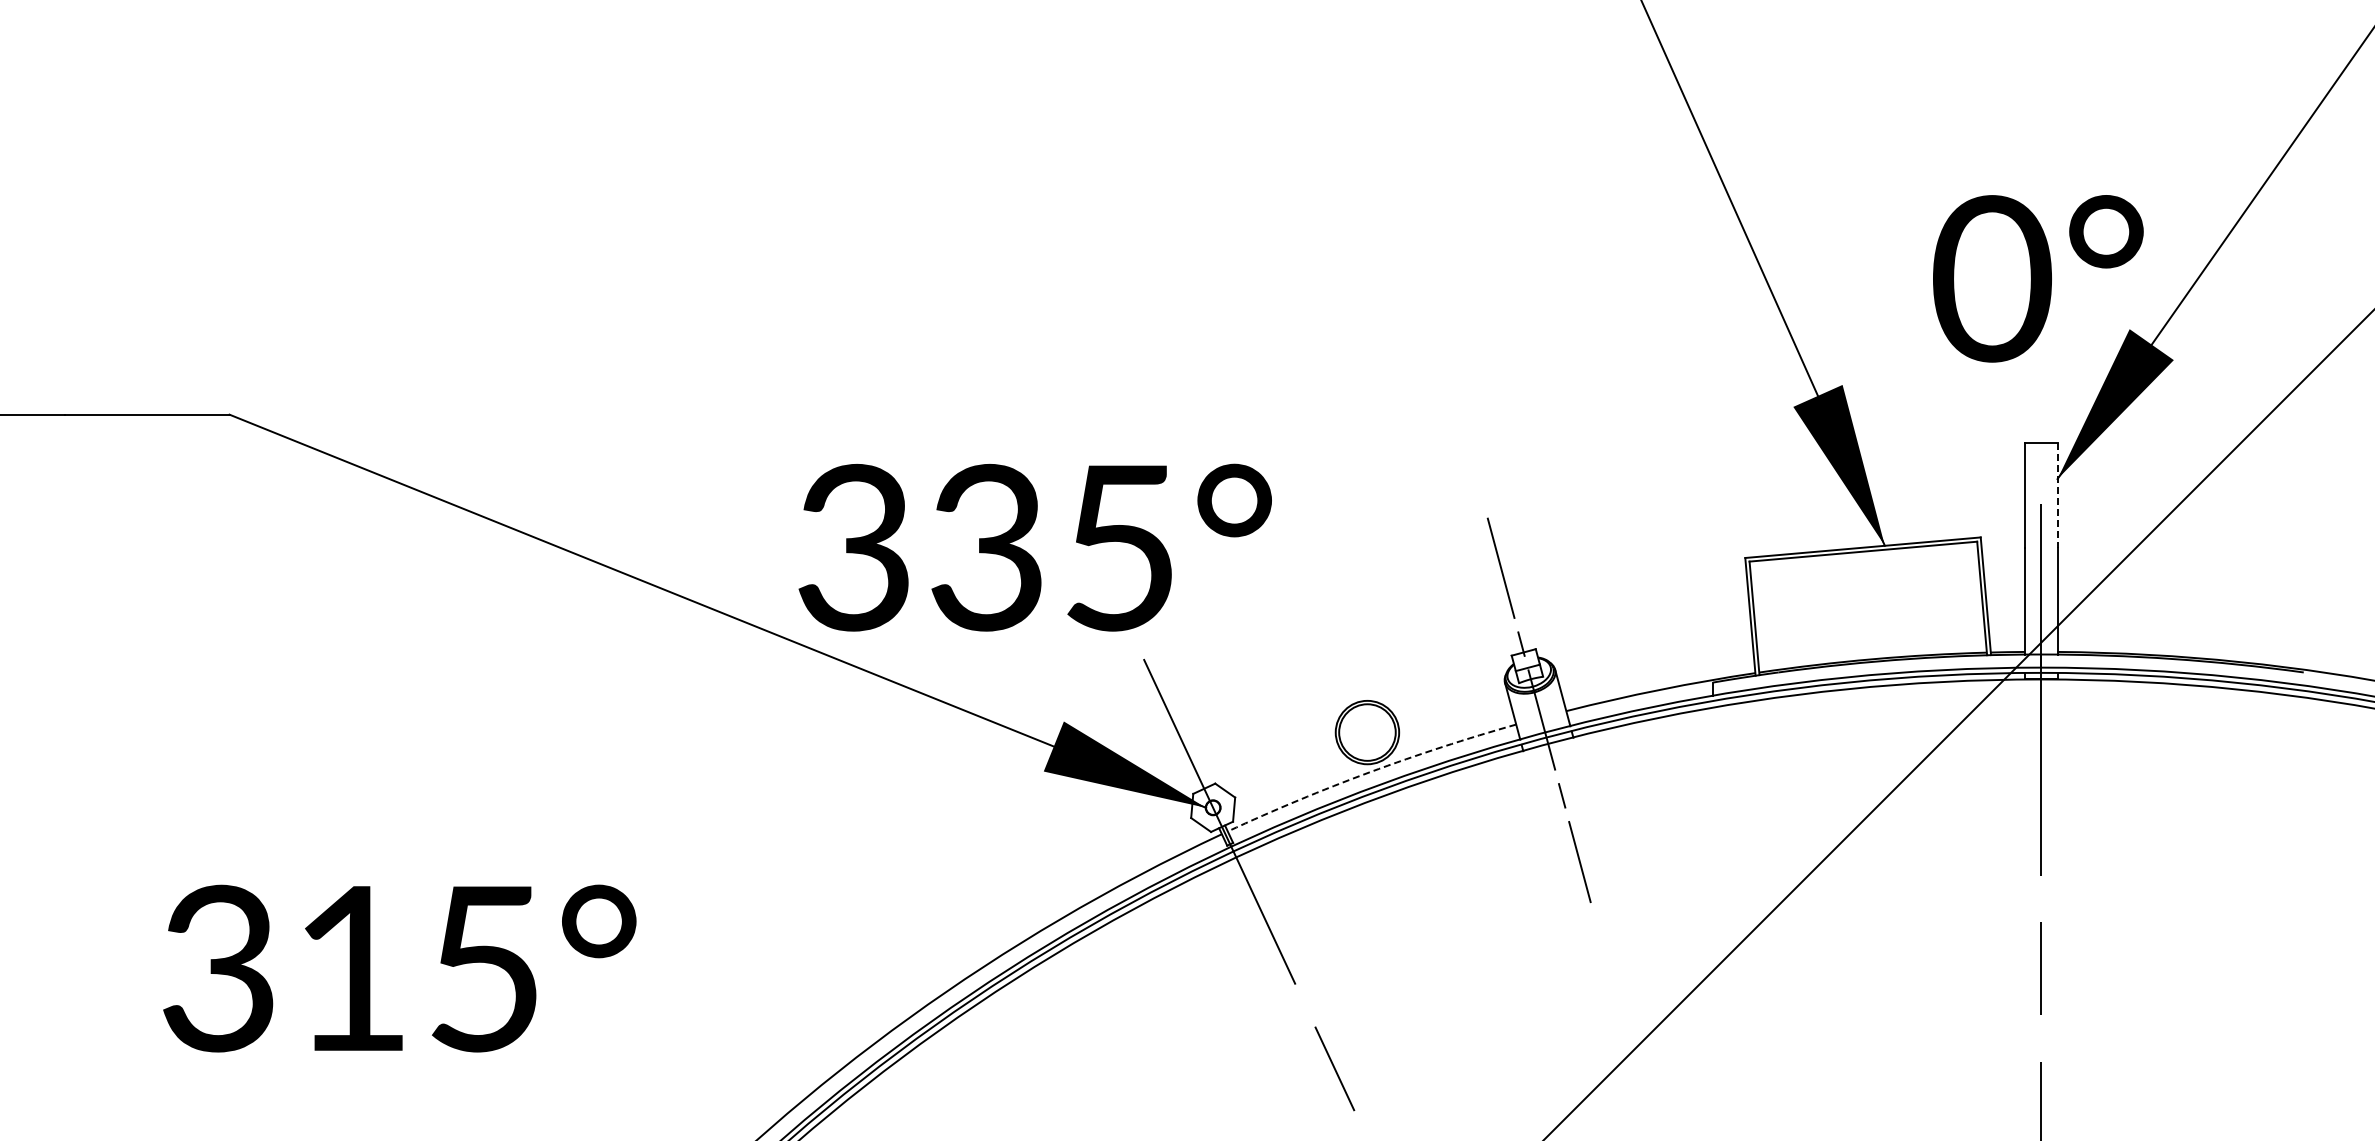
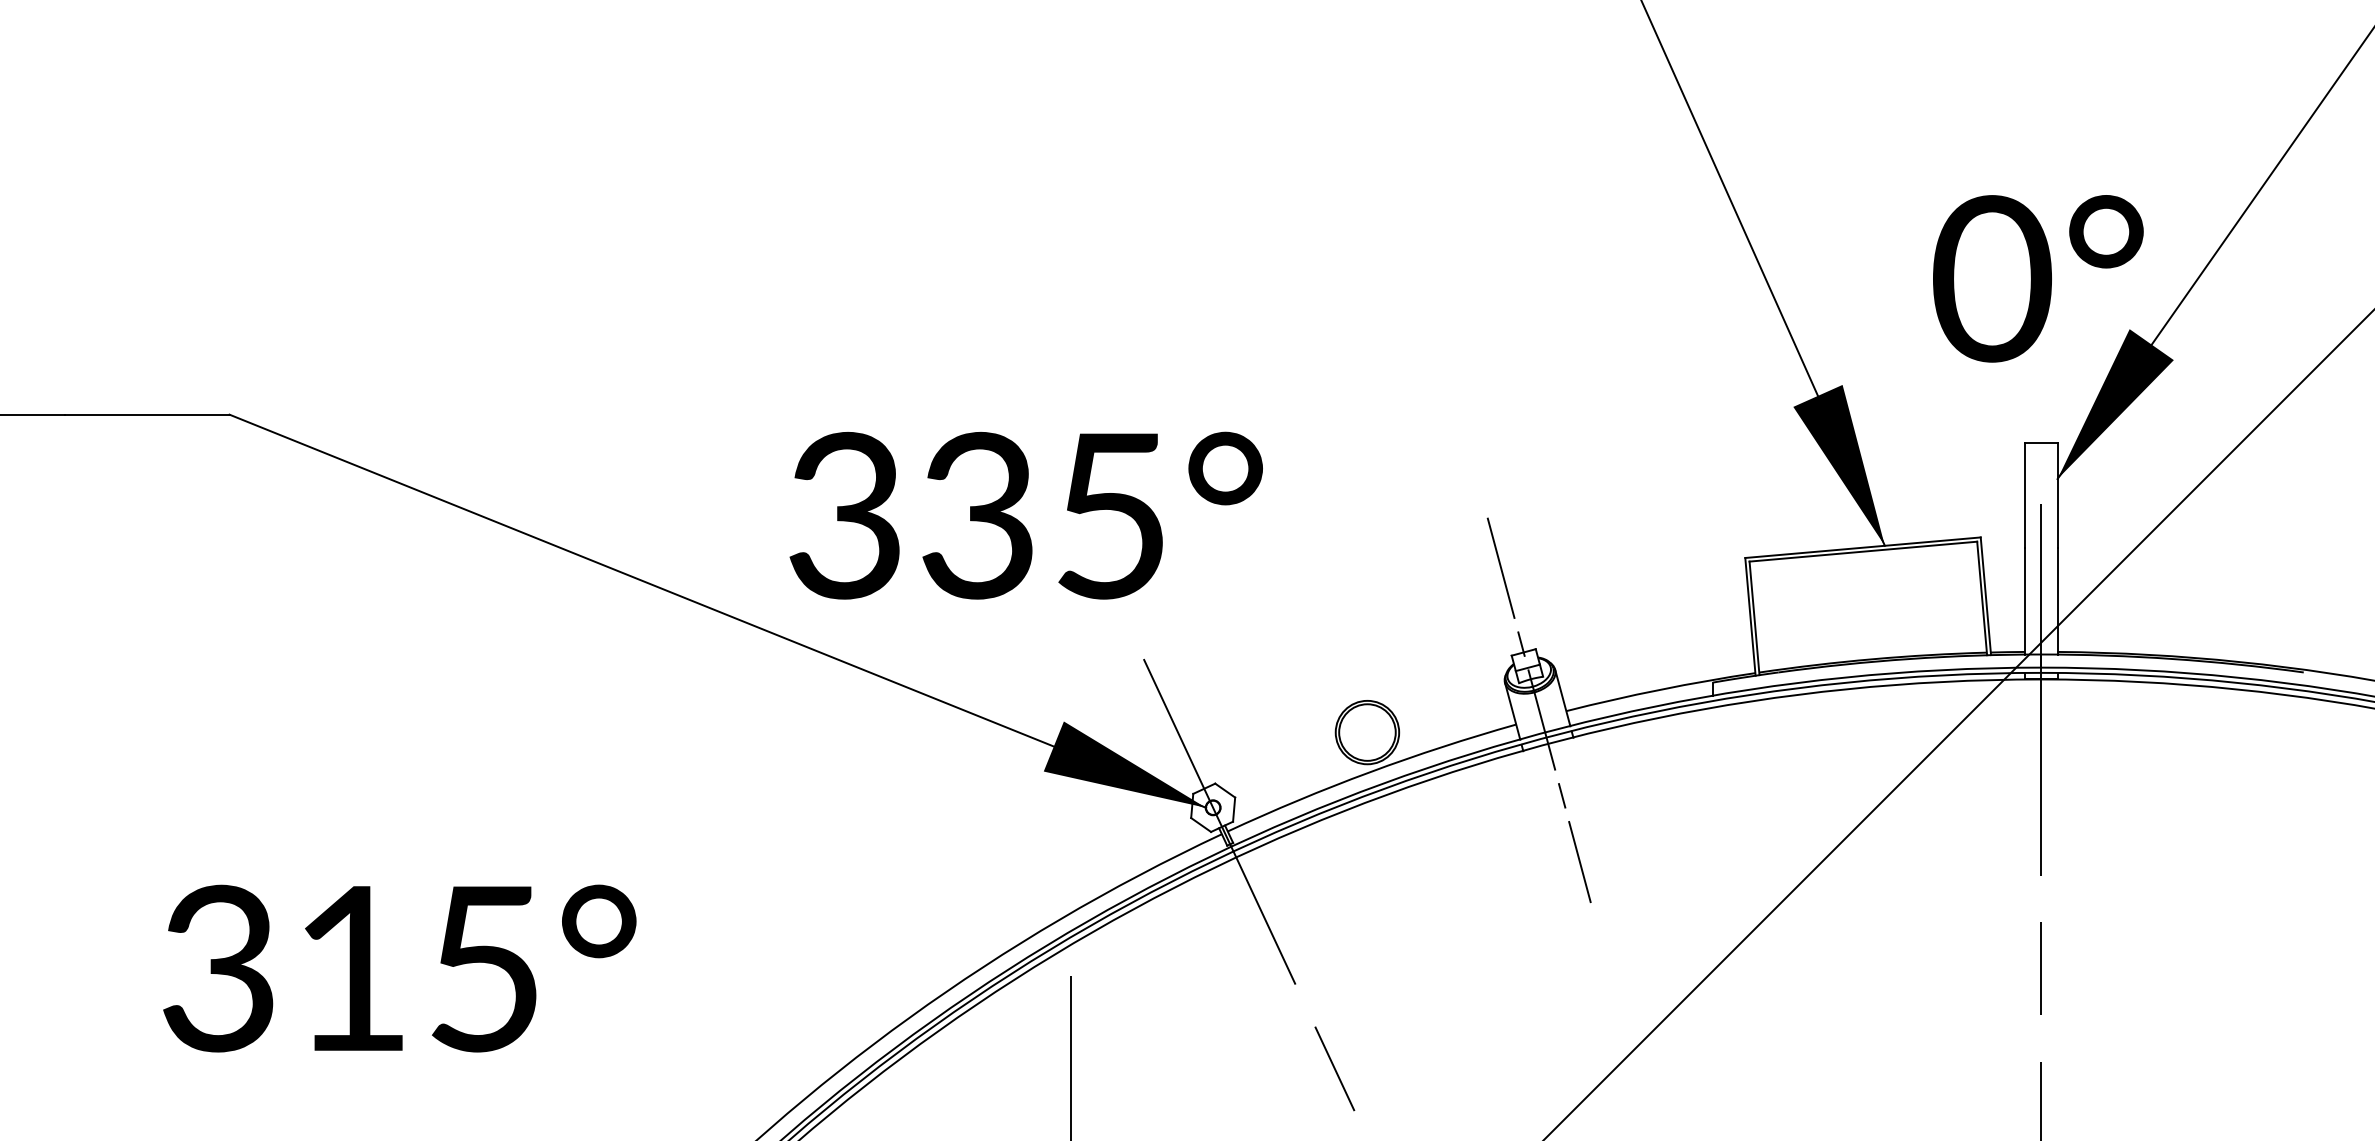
line at (2057, 495): dashed -> solid
text at (1034, 547) position: (1034, 547) -> (1025, 515)
arc at (1369, 772): dashed -> solid
line at (1070, 1056): none -> present
